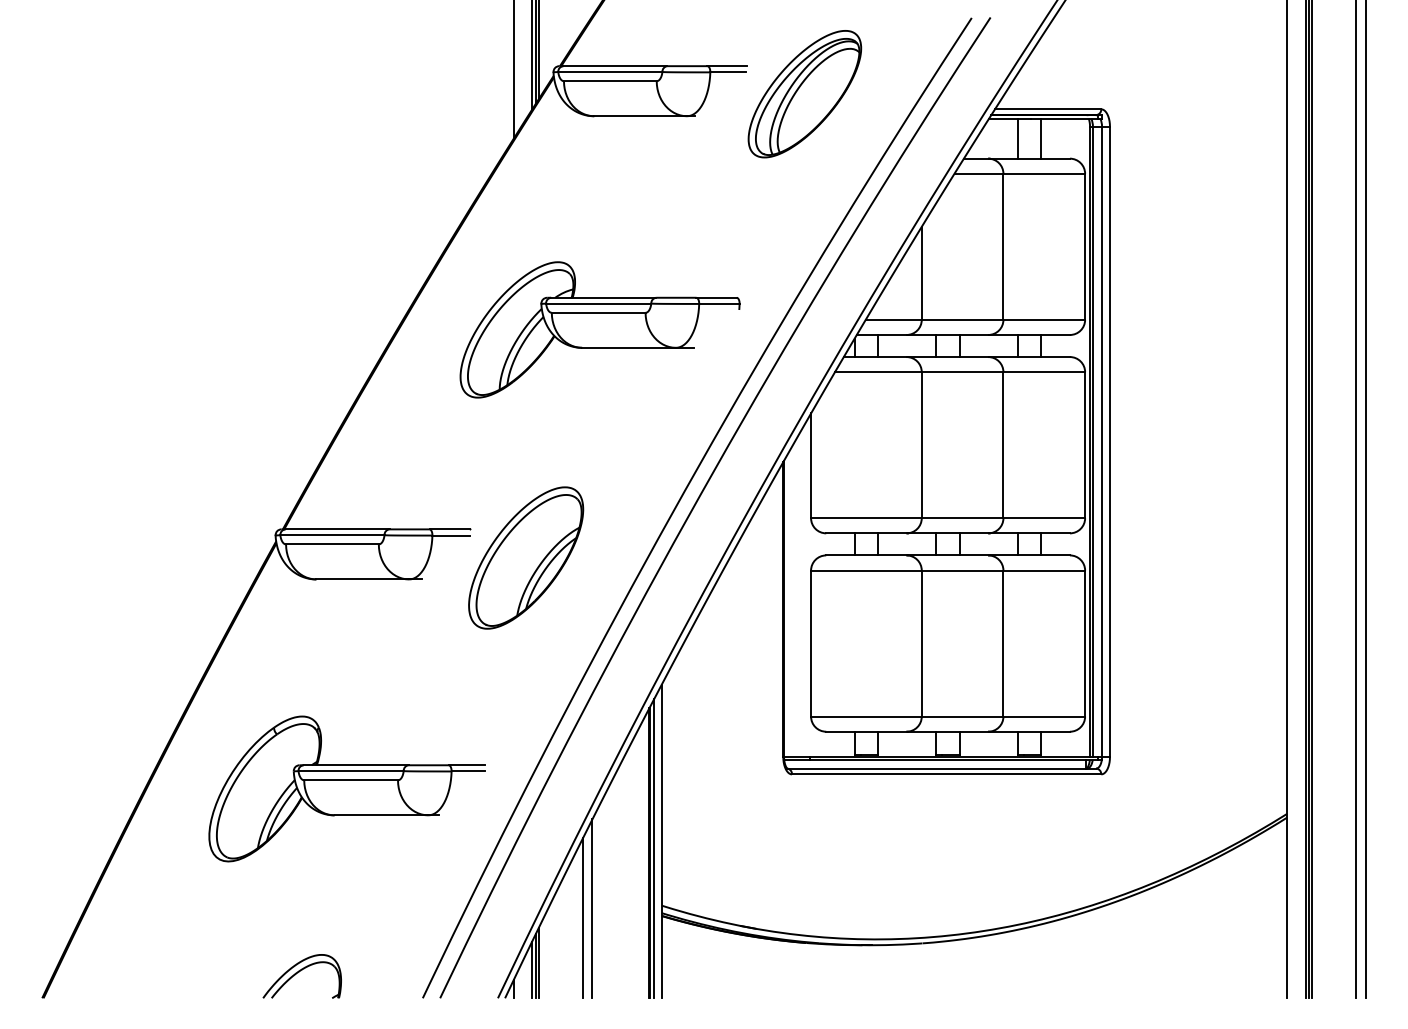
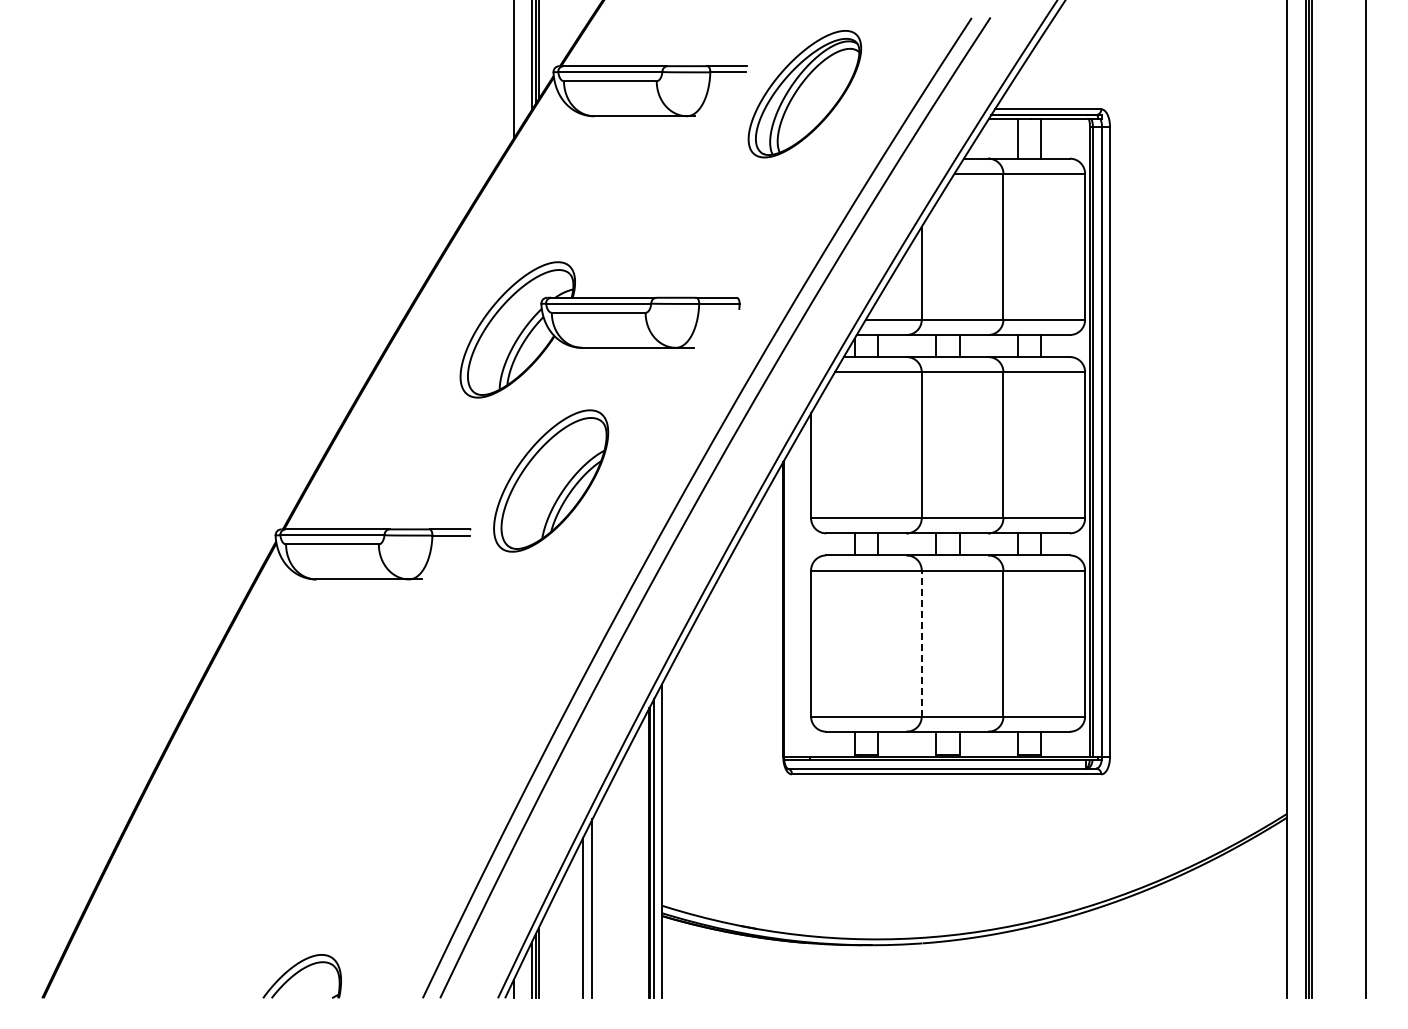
line at (1356, 500): present -> none
part at (526, 557) position: (526, 557) -> (551, 480)
line at (921, 643): solid -> dashed
part at (346, 788): present -> none
